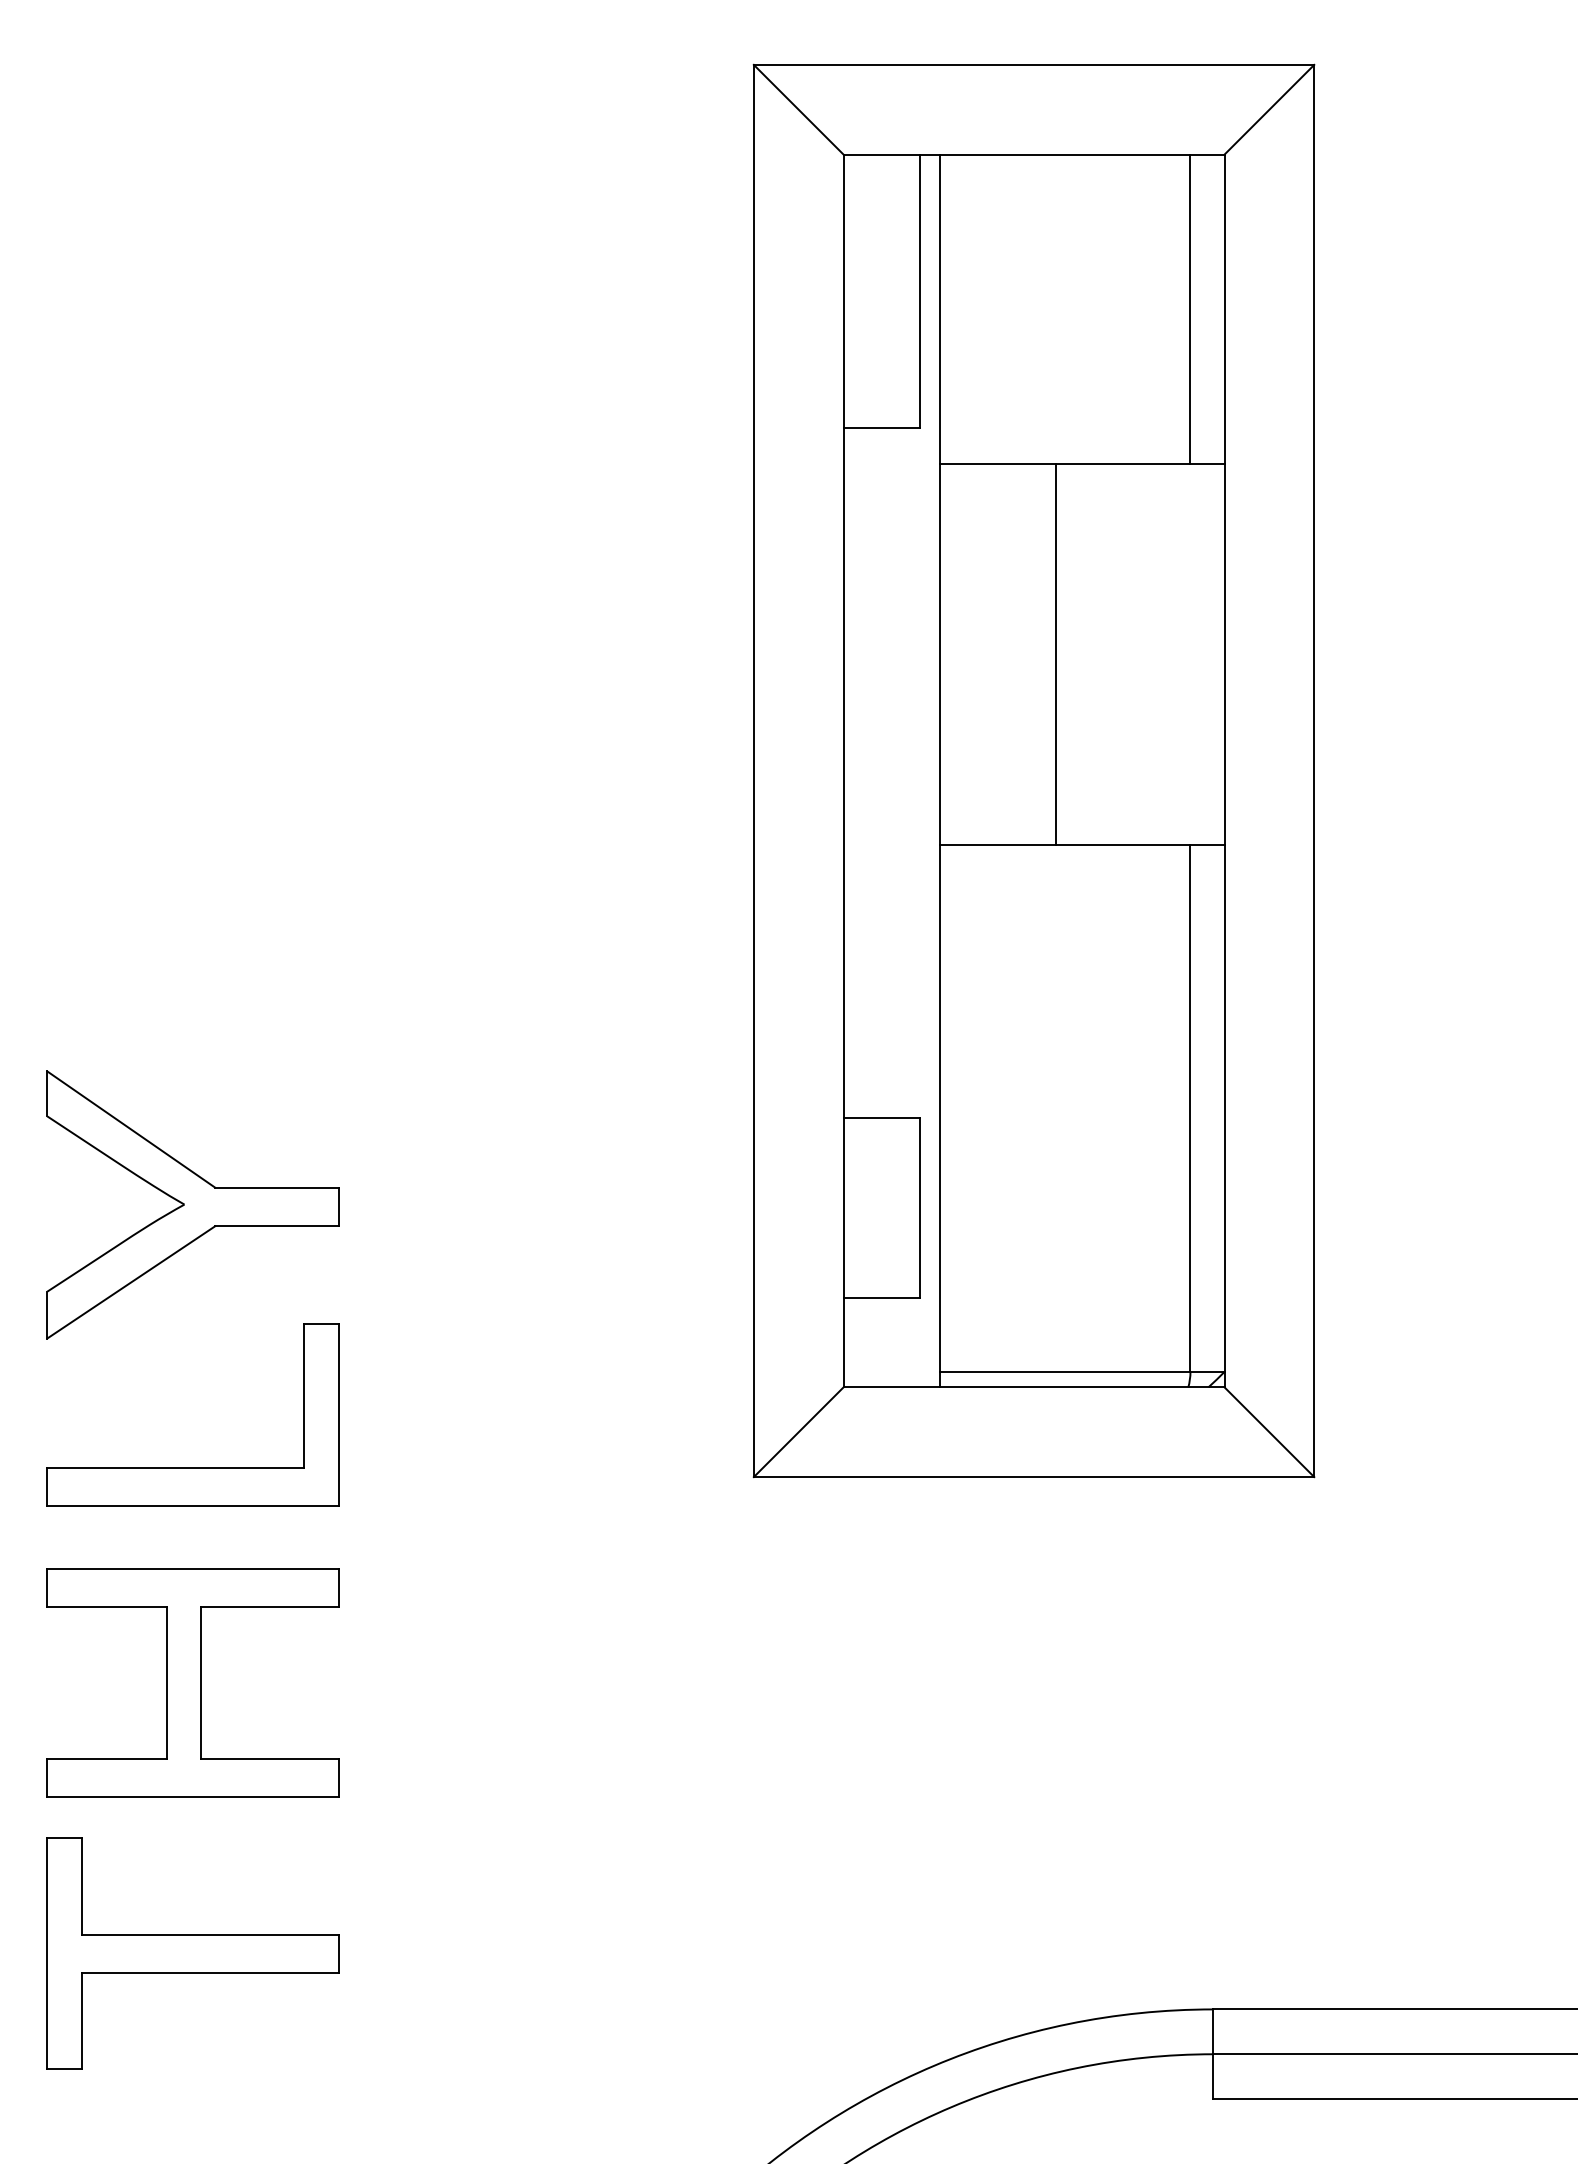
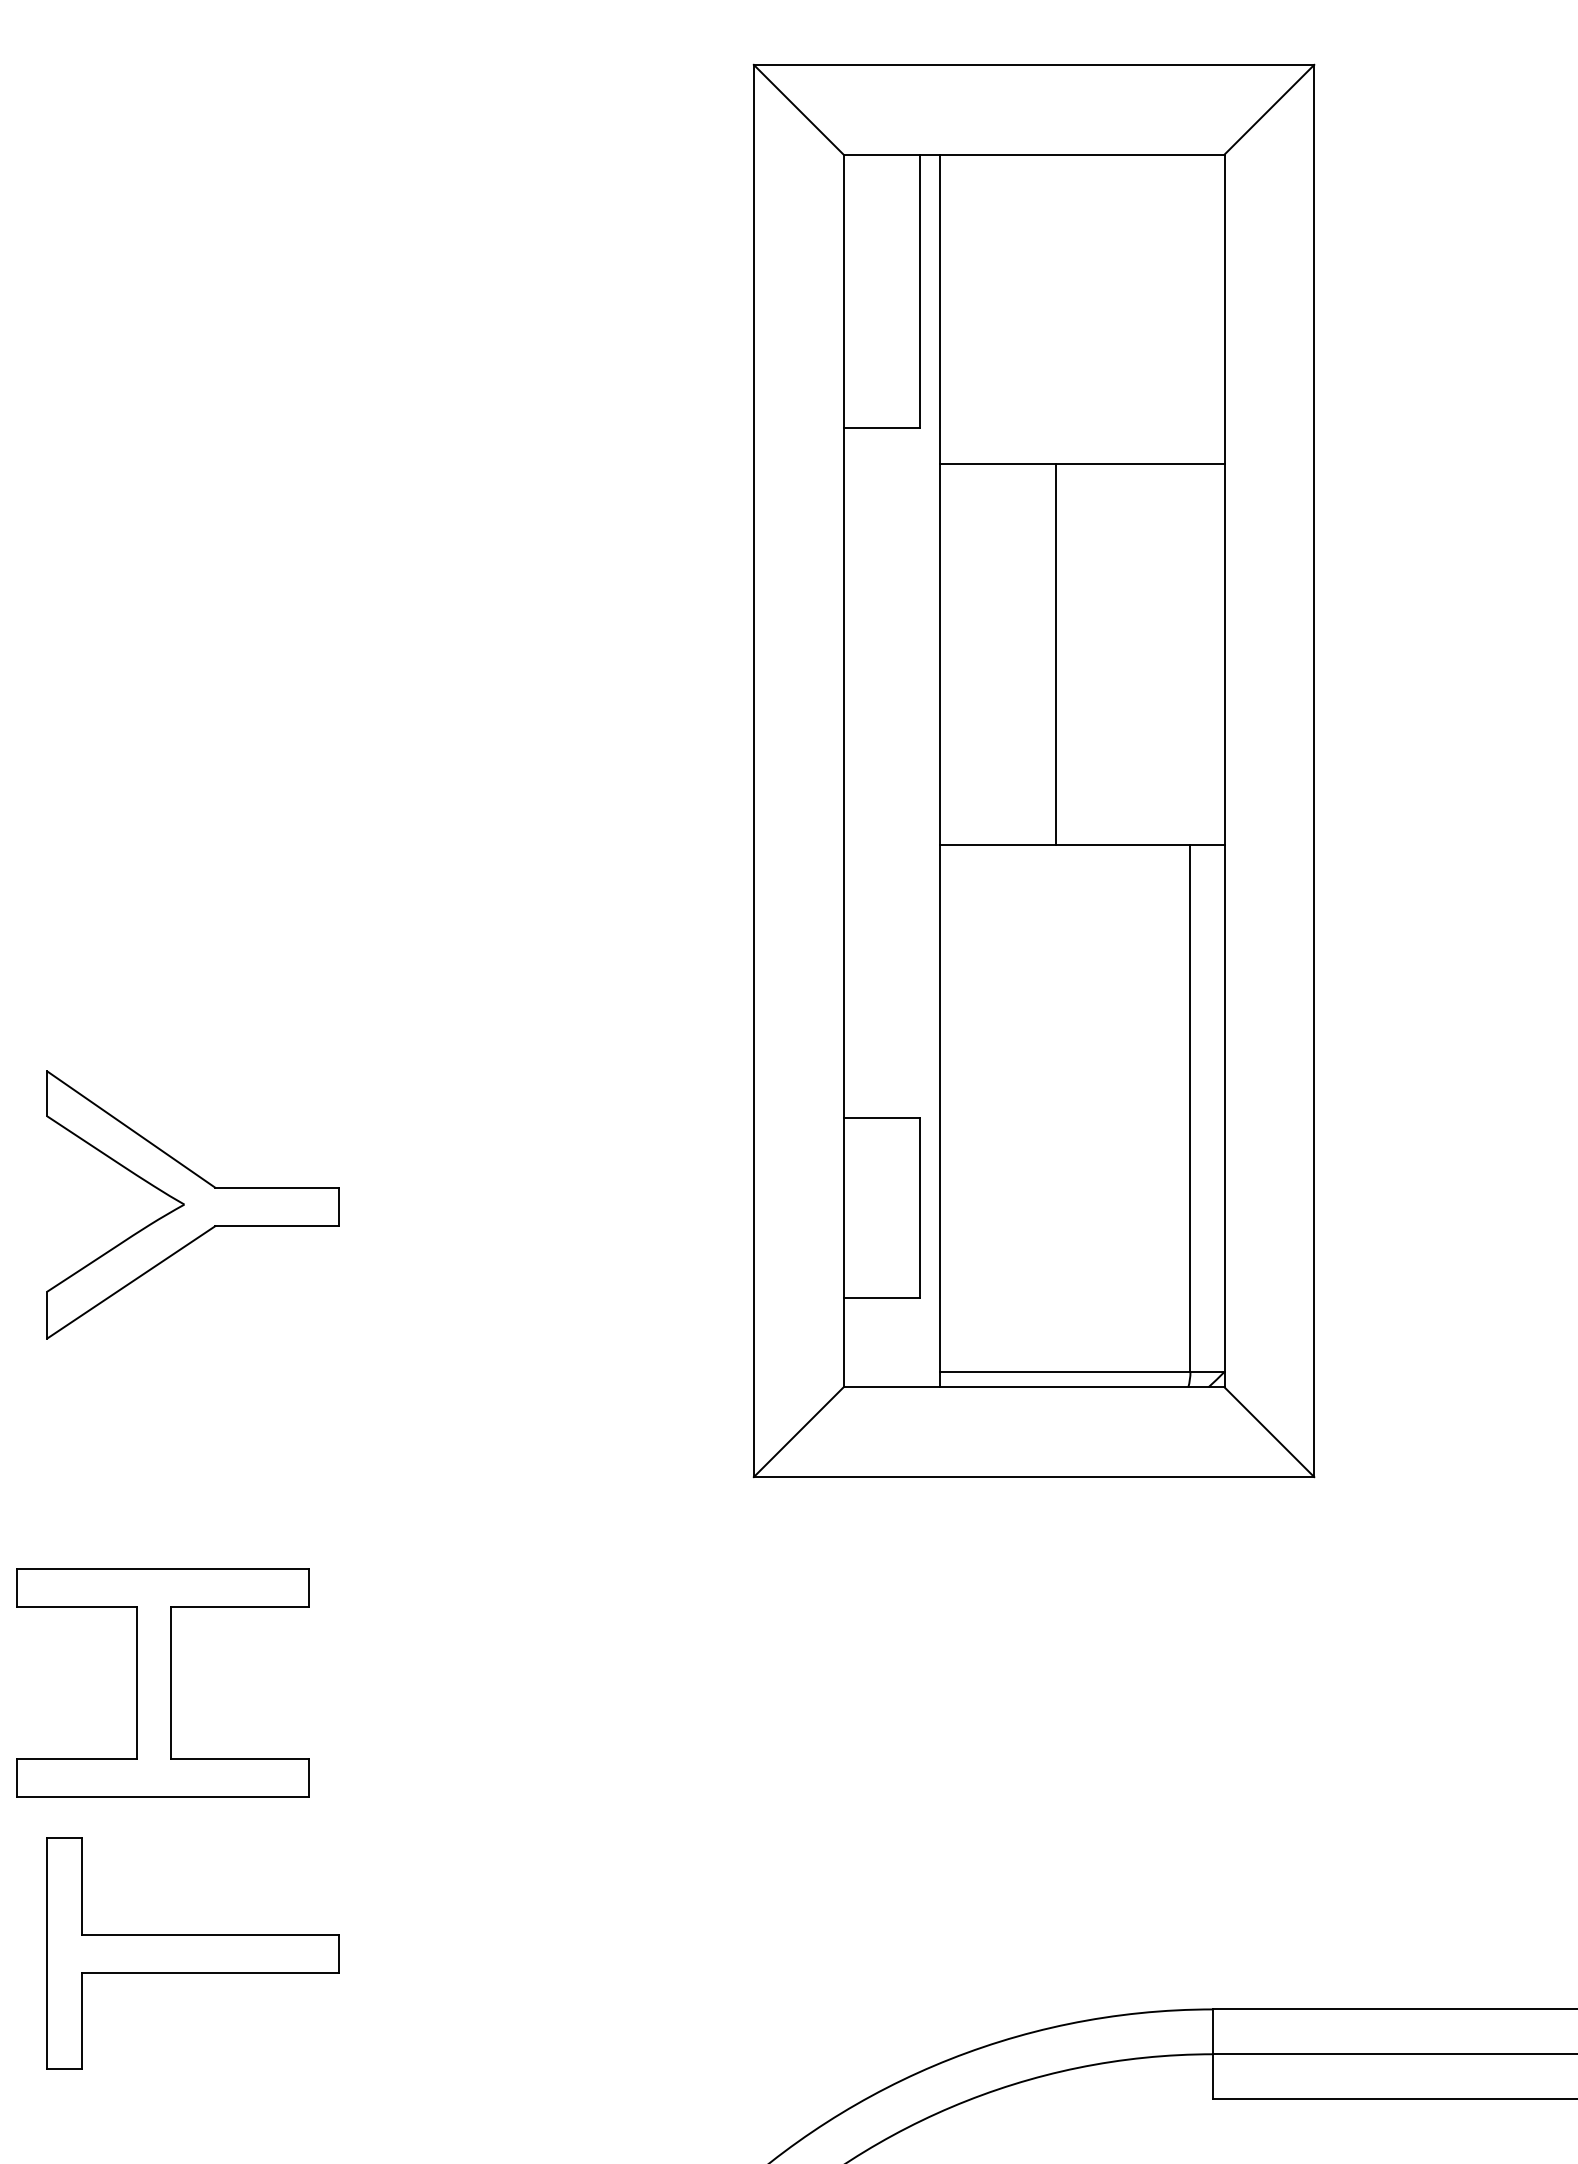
line at (1190, 308): present -> none
part at (192, 1467): present -> none
part at (192, 1682) position: (192, 1682) -> (162, 1682)
